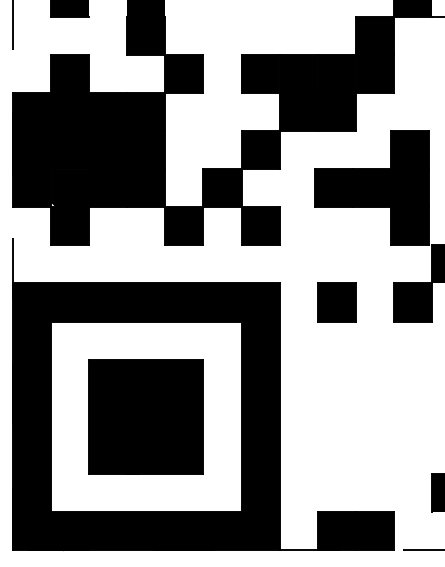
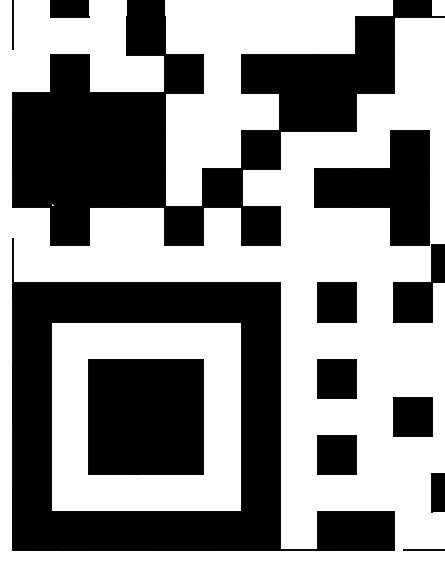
part at (336, 378): none -> present
part at (412, 416): none -> present
part at (336, 454): none -> present
